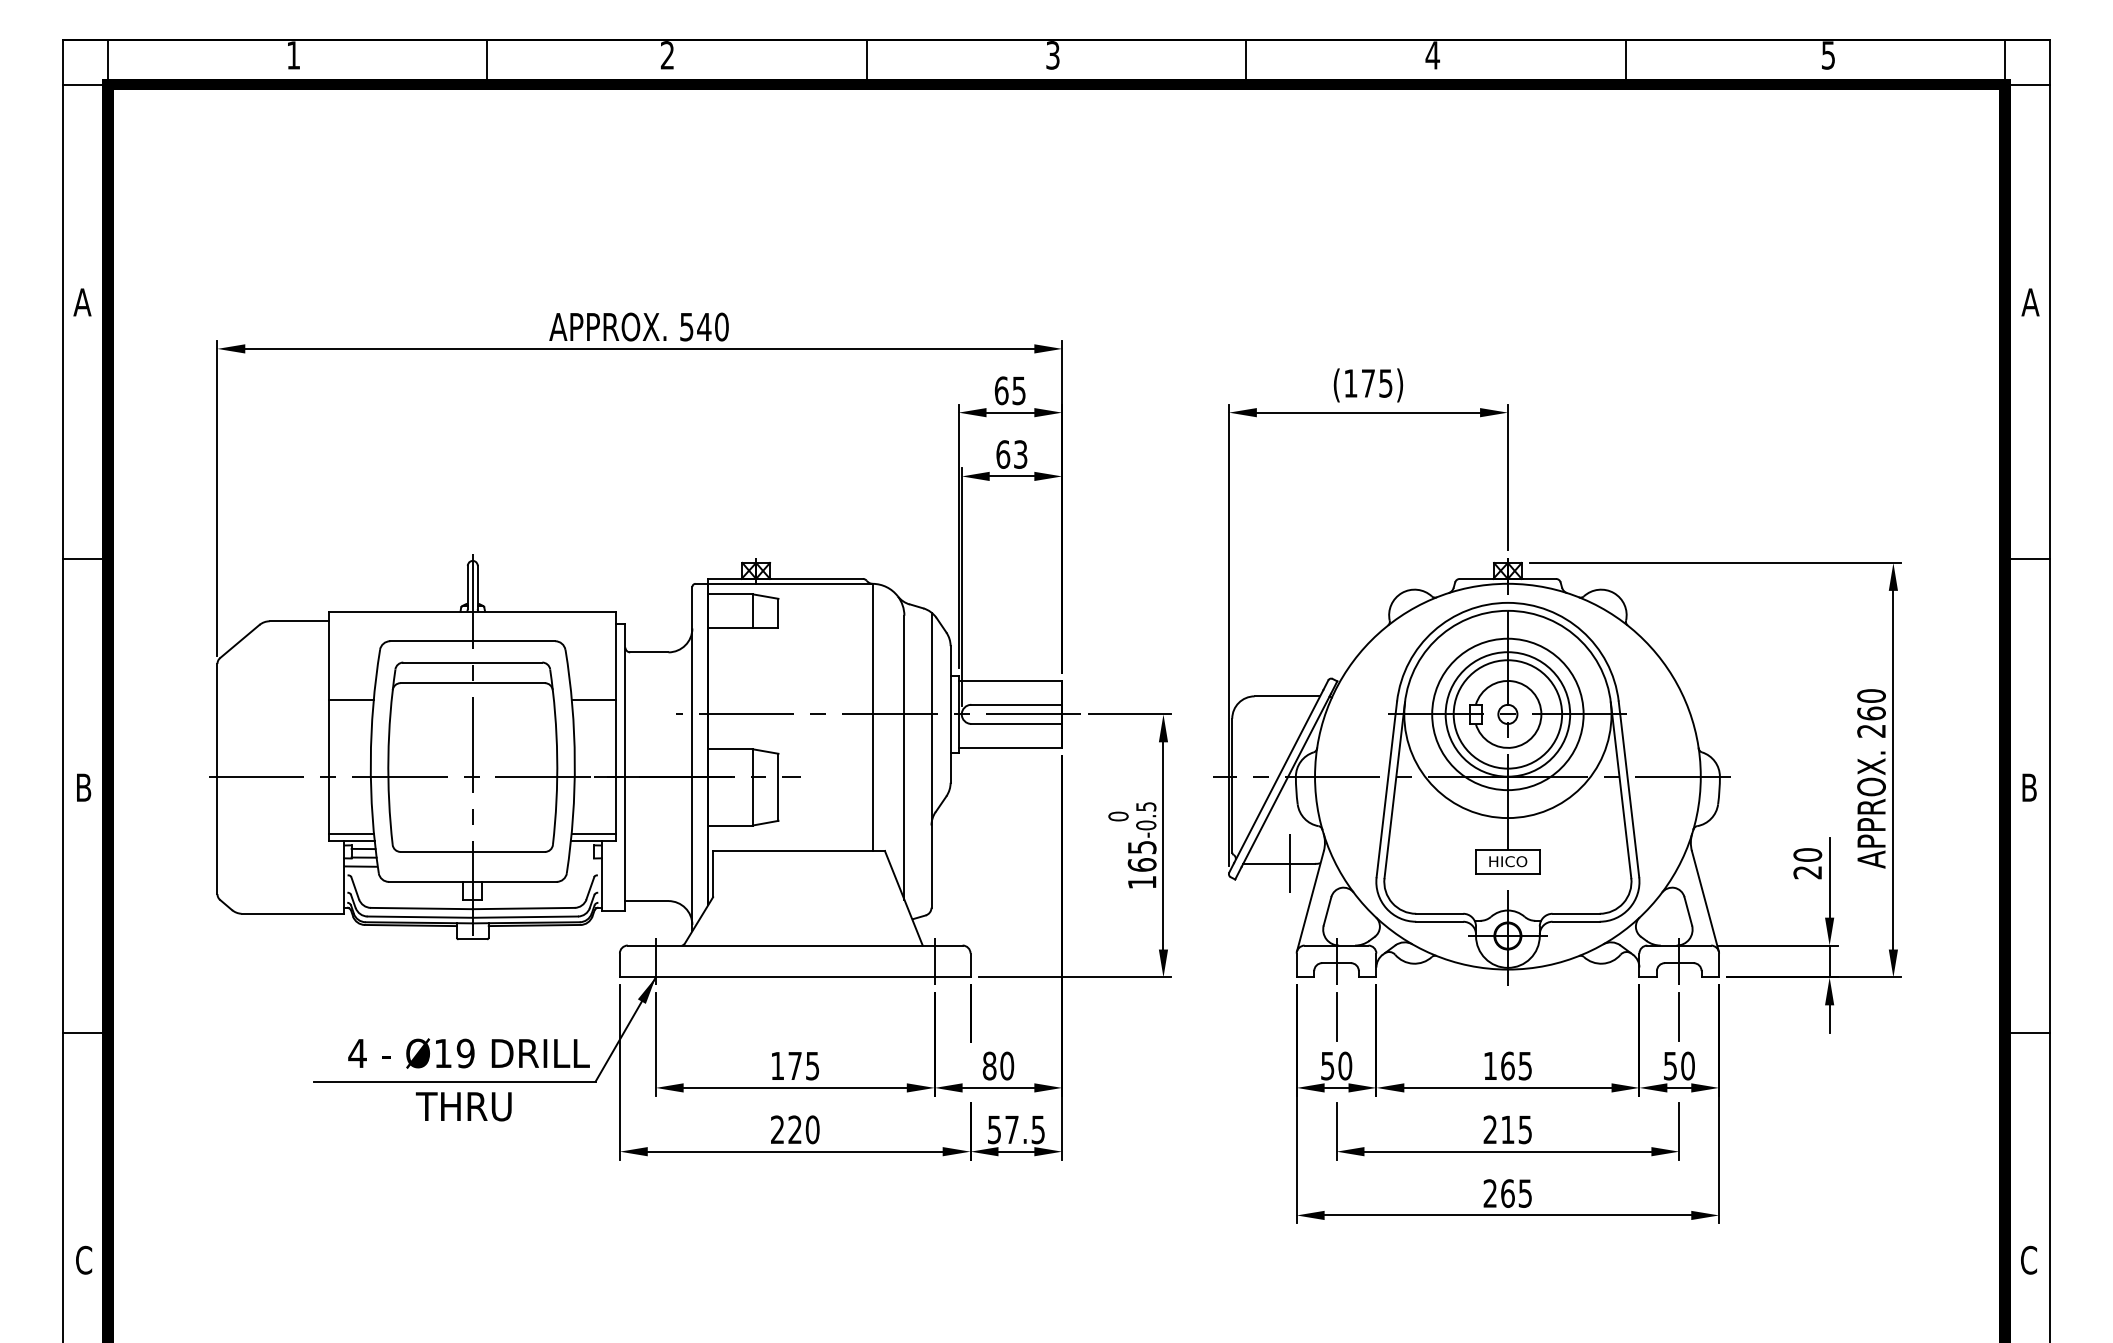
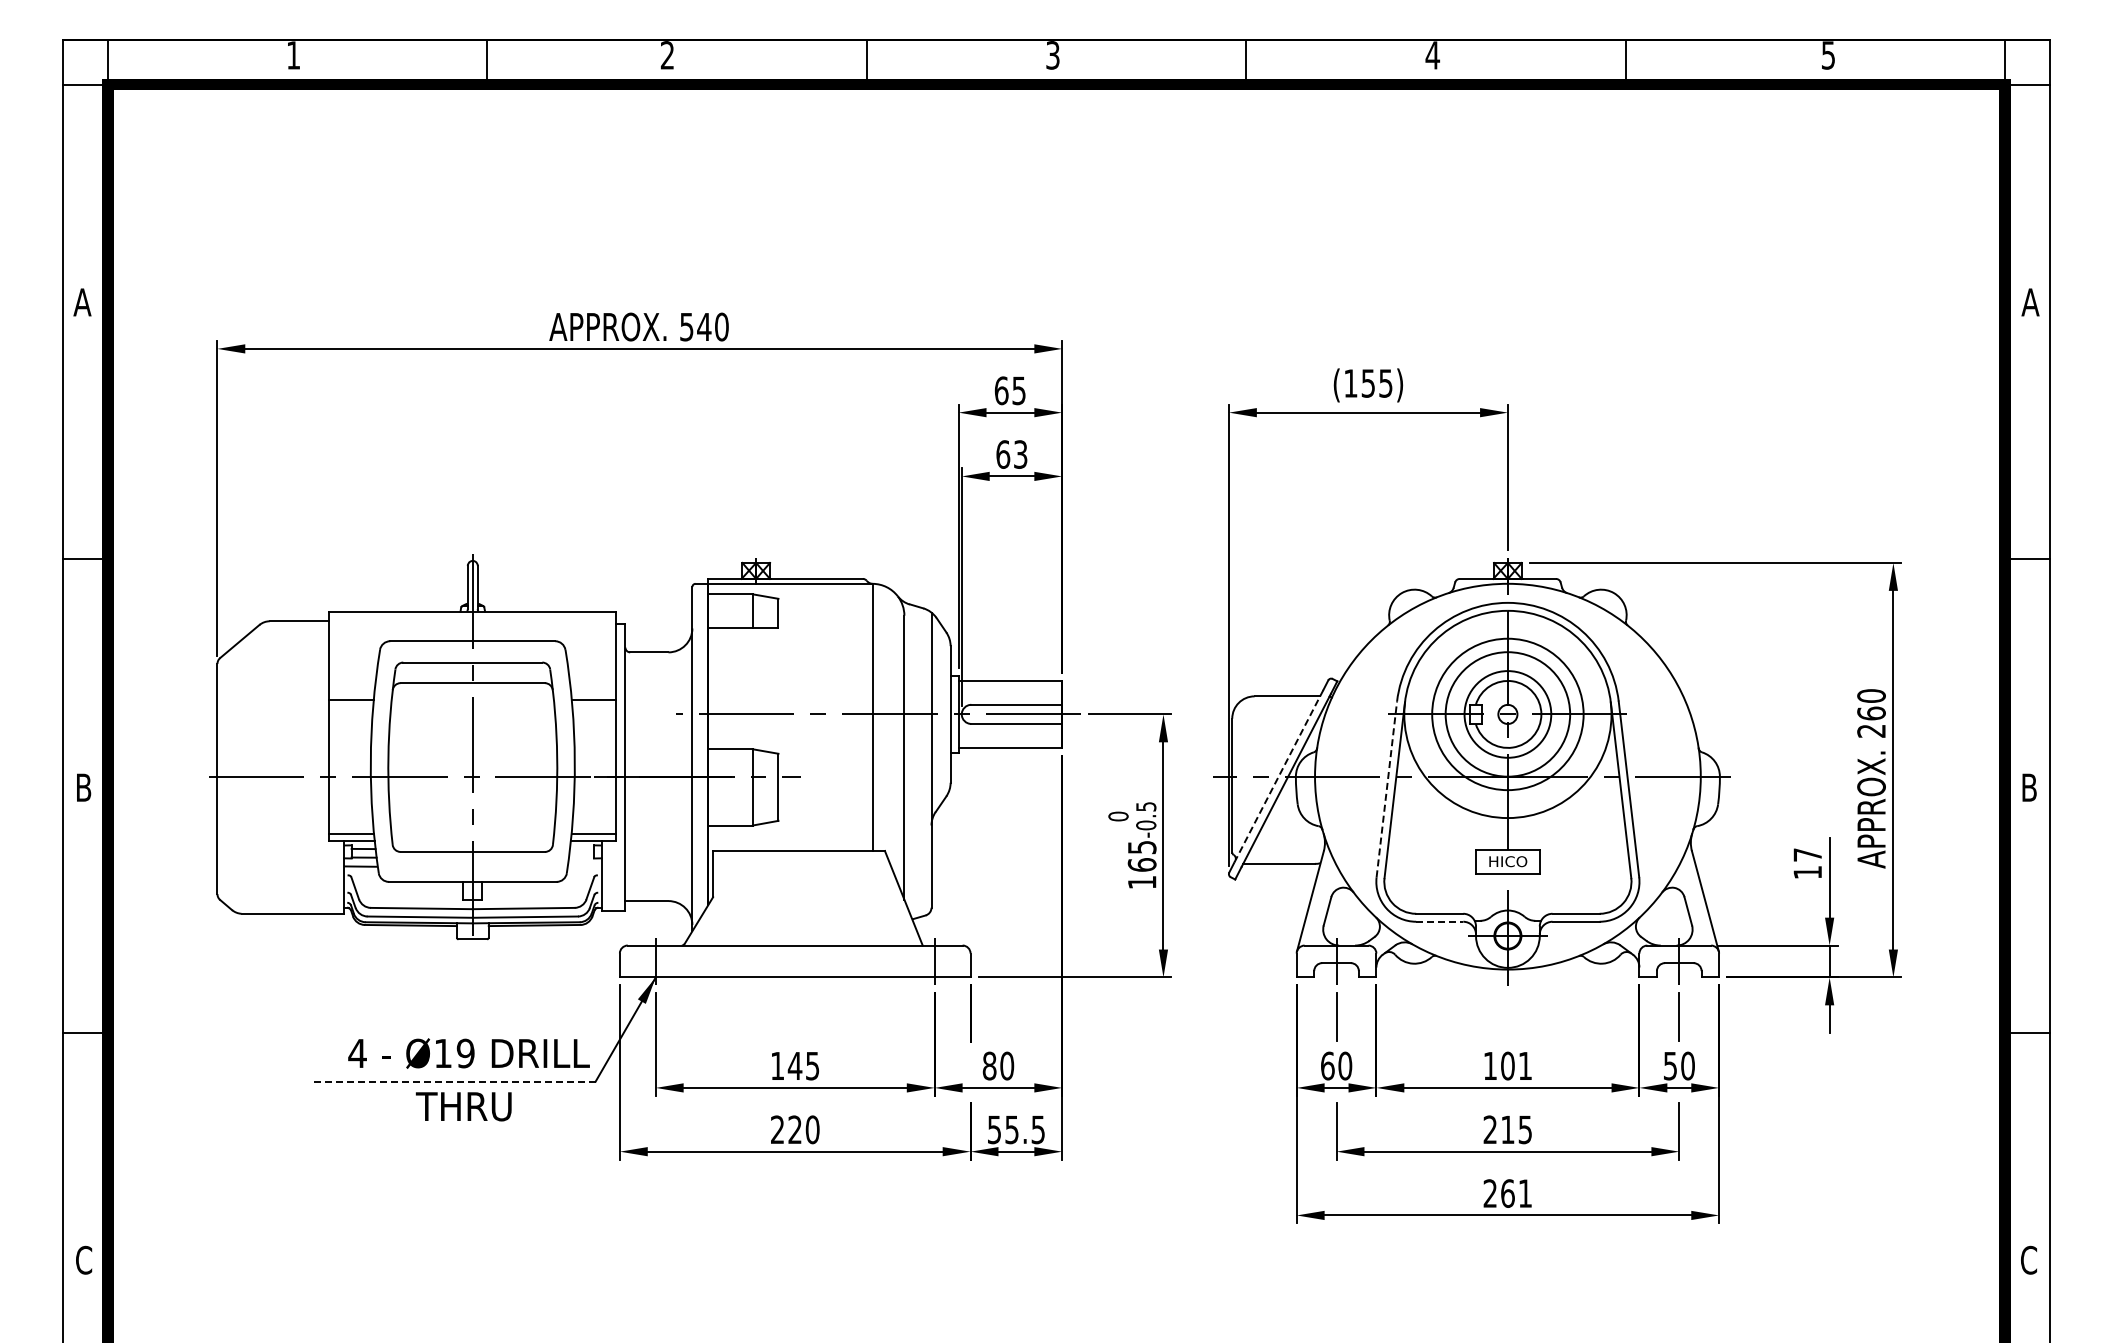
text at (1367, 383): (175) -> (155)
circle at (1507, 714) diameter: 108 px -> 87 px
line at (1278, 777): solid -> dashed
line at (1386, 788): solid -> dashed
line at (1289, 863): present -> none
text at (1807, 863): 20 -> 17
line at (1439, 921): solid -> dashed
text at (794, 1065): 175 -> 145
text at (1327, 1065): 50 -> 60
text at (1516, 1065): 165 -> 101
line at (454, 1081): solid -> dashed
text at (1011, 1129): 57.5 -> 55.5
text at (1524, 1193): 265 -> 261
